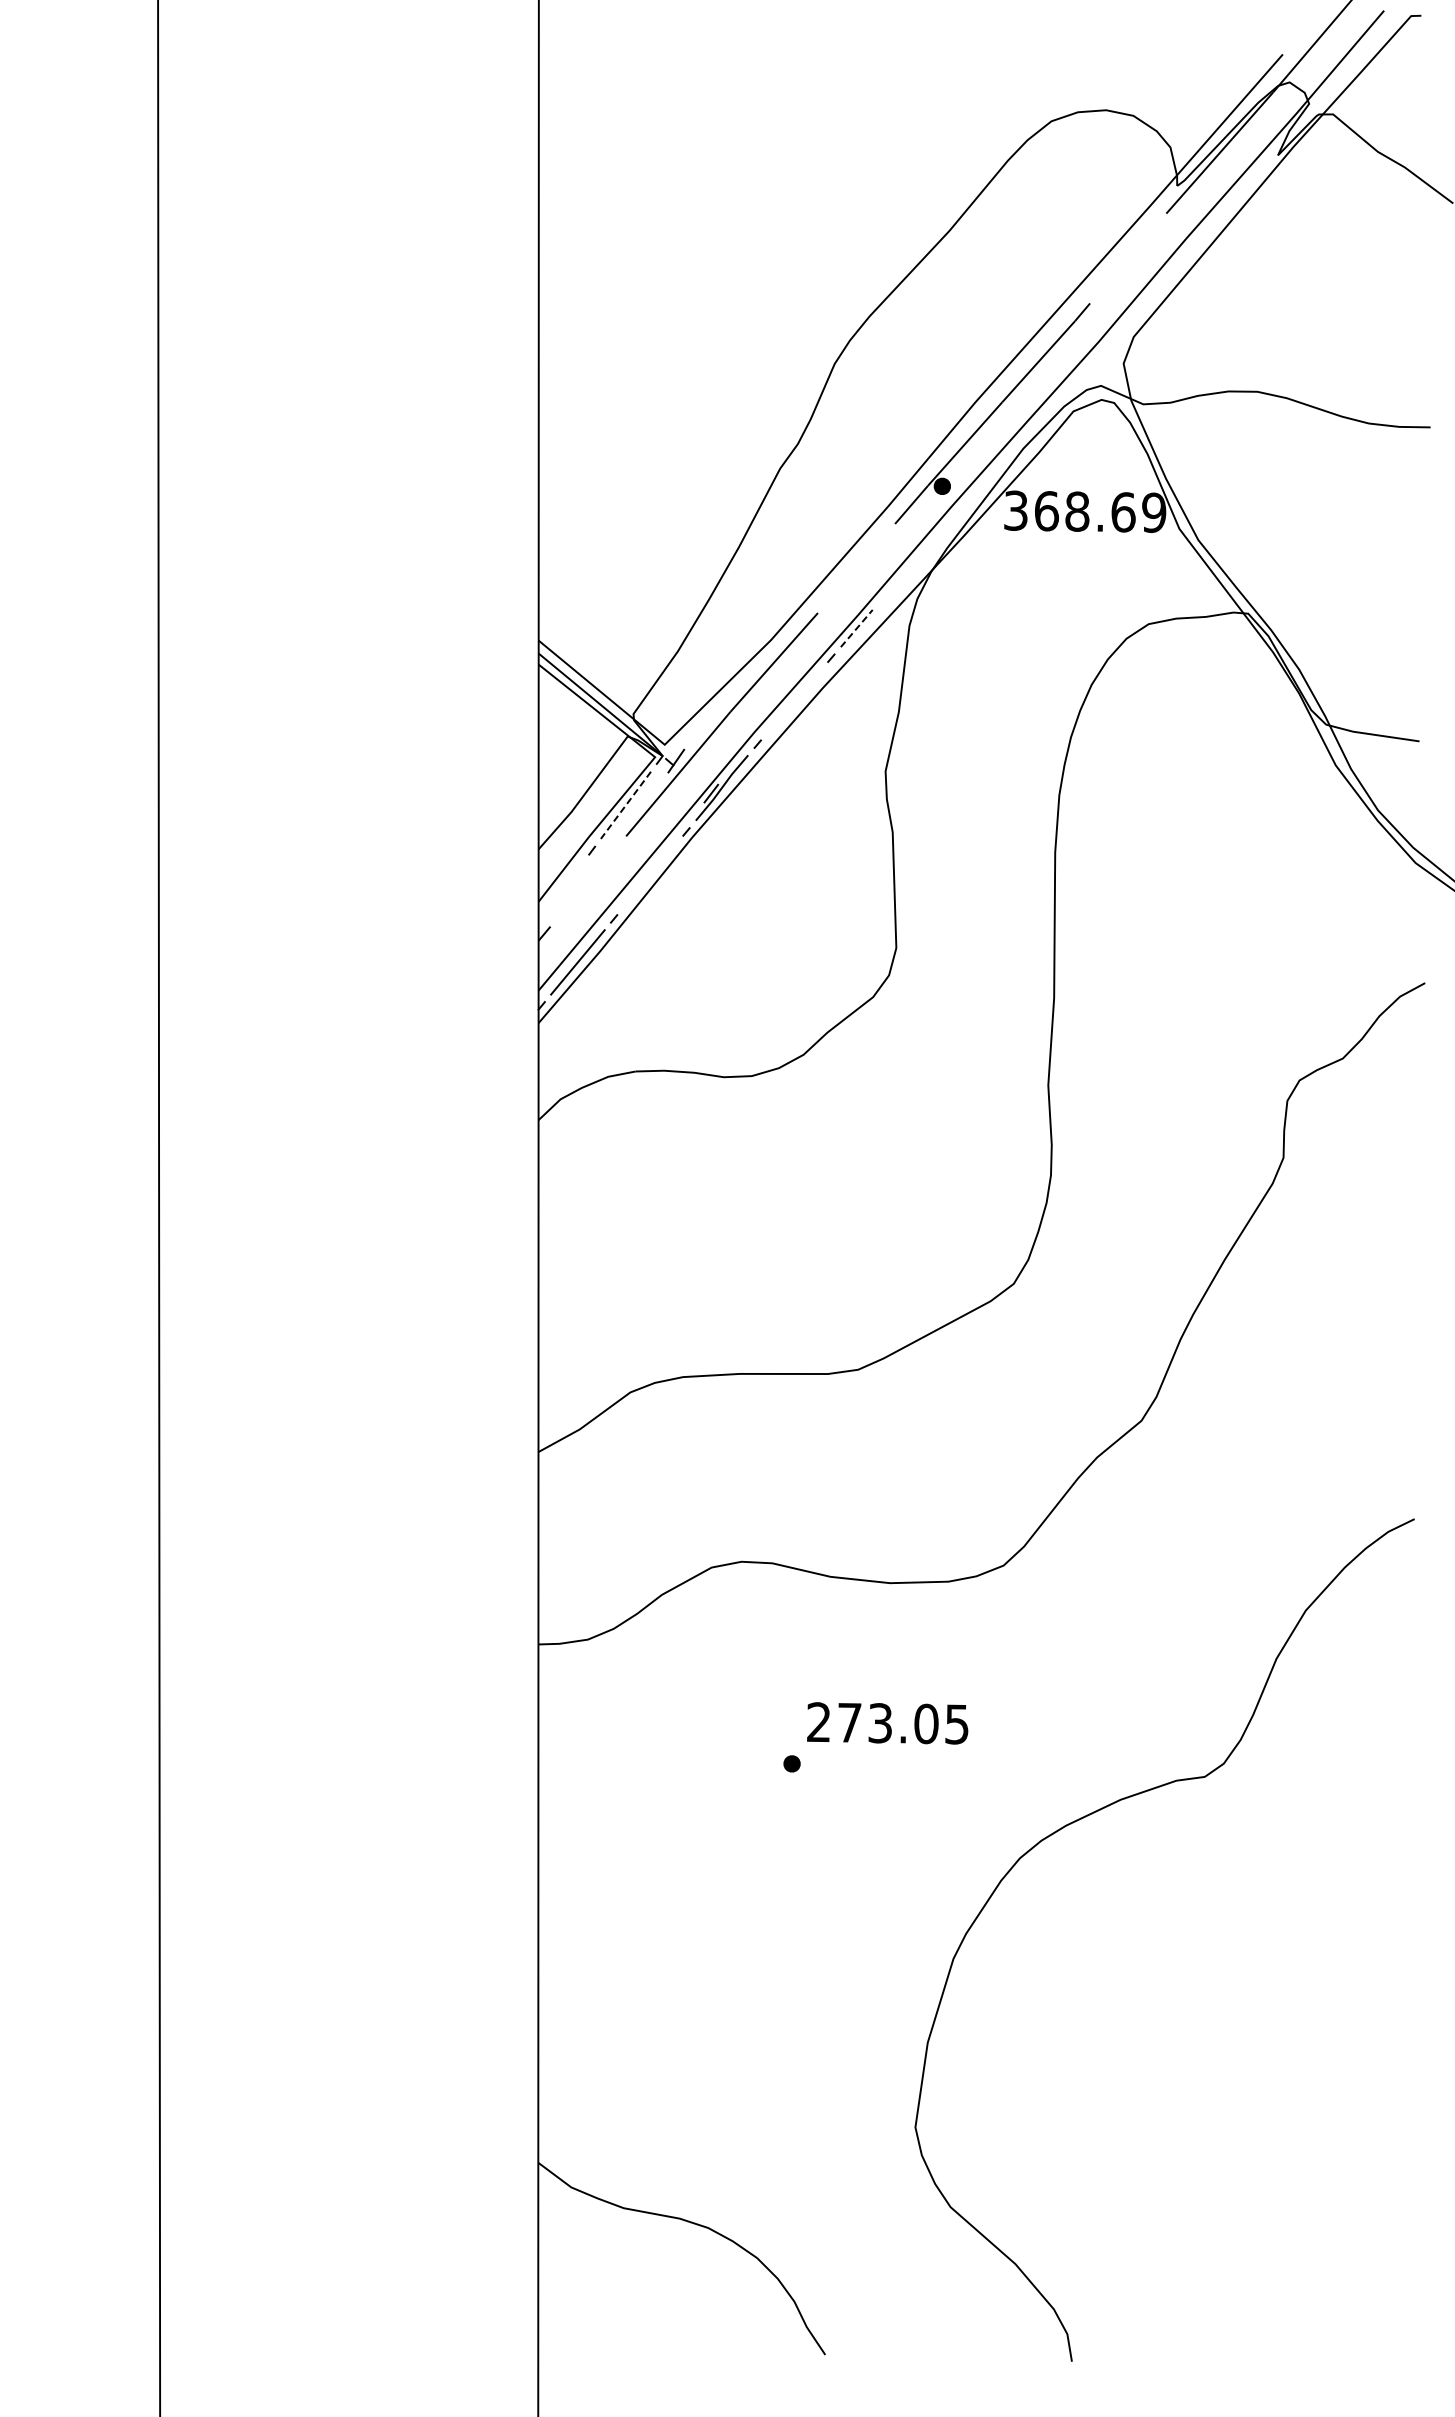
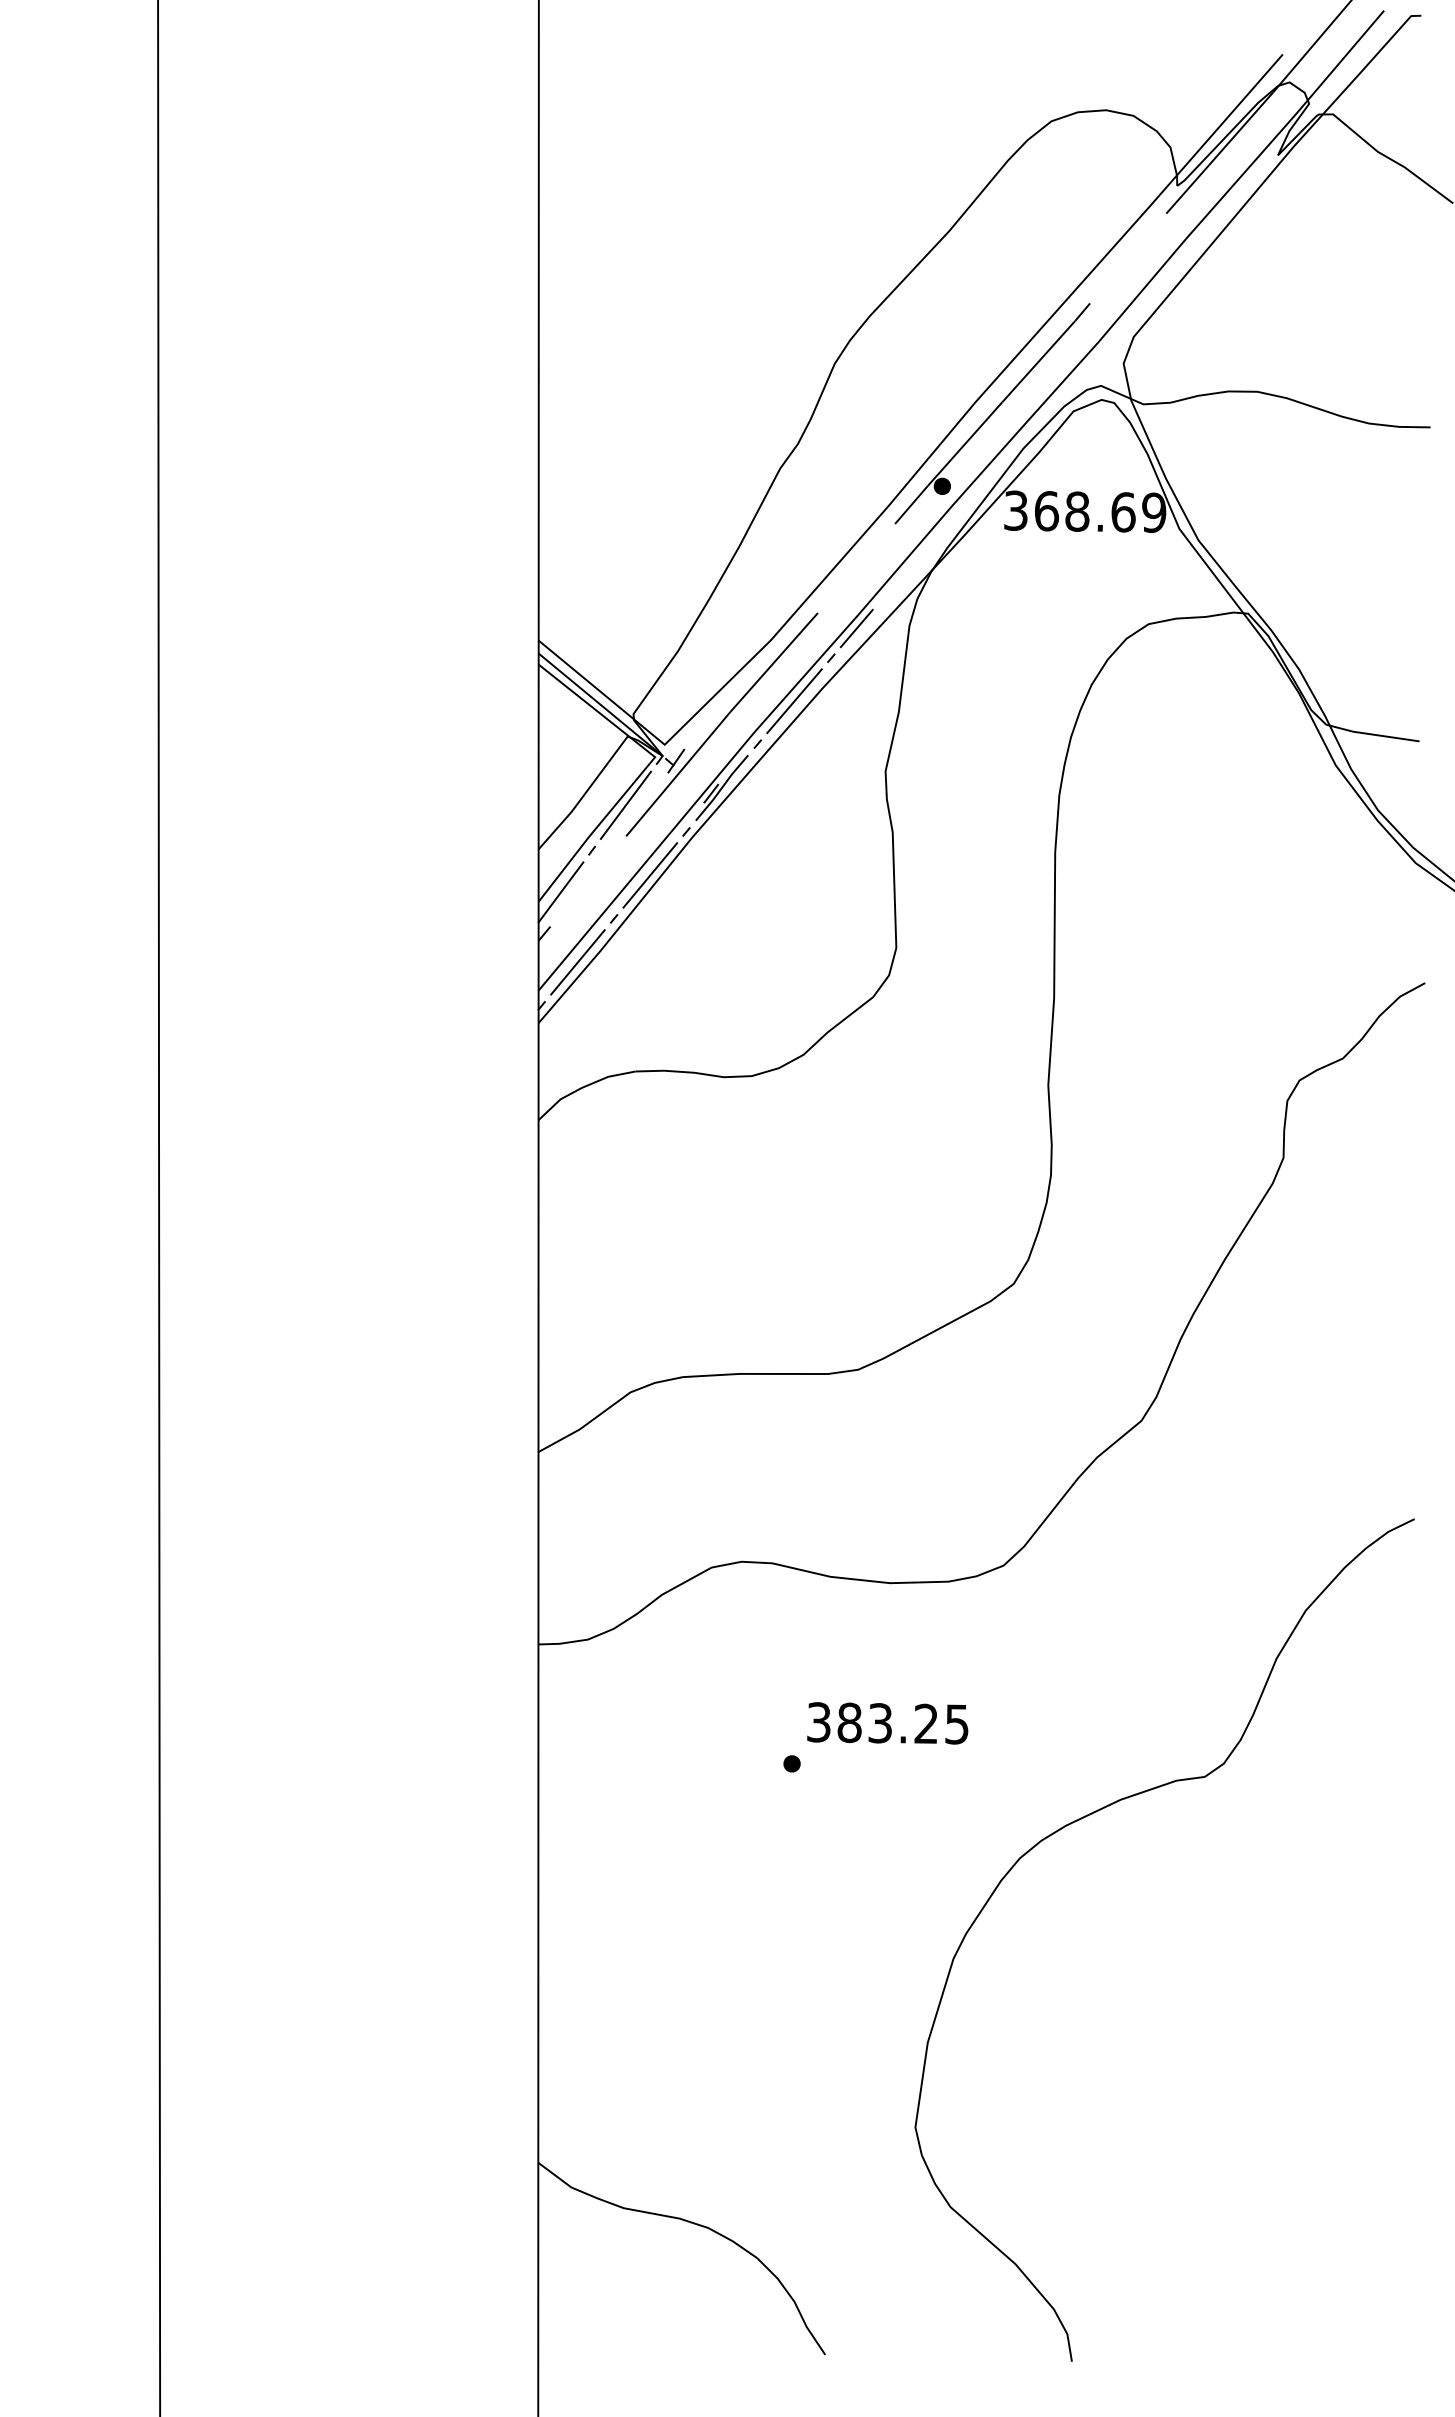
line at (857, 628): dashed -> solid
line at (794, 701): none -> present
line at (625, 805): dashed -> solid
line at (650, 875): none -> present
line at (560, 892): none -> present
text at (872, 1723): 273.05 -> 383.25
